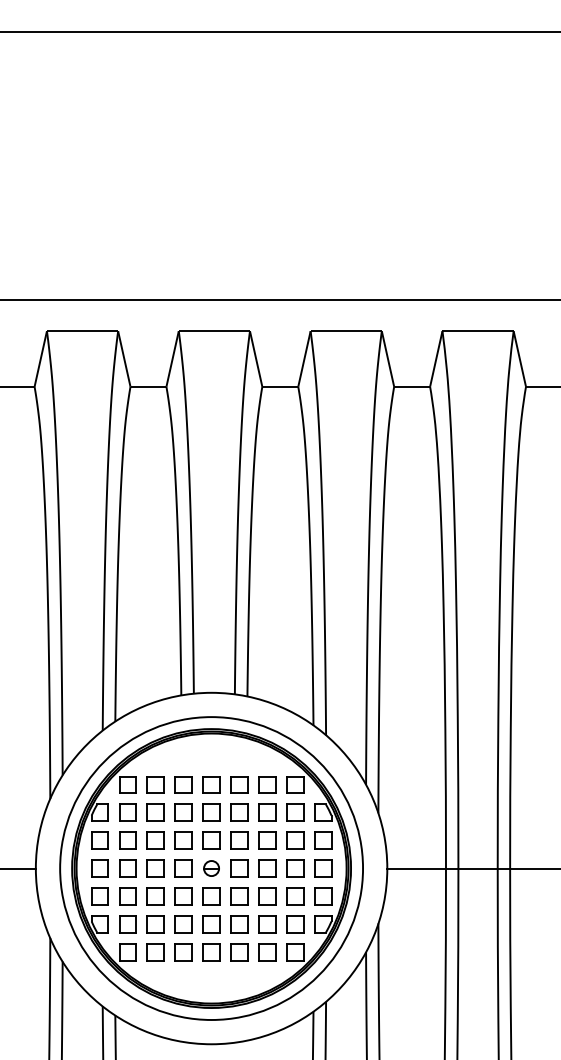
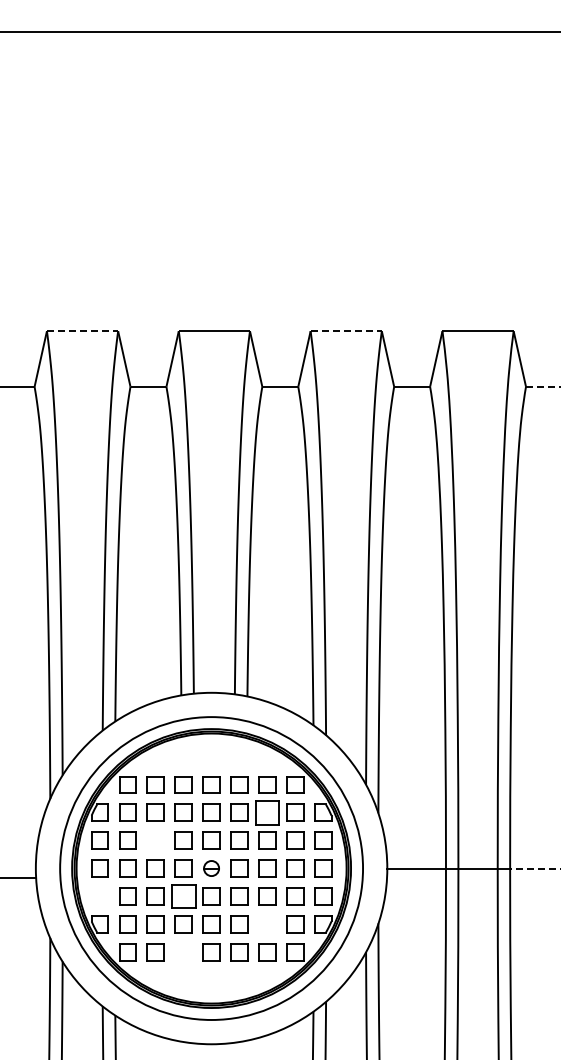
line at (279, 299): present -> none
line at (82, 331): solid -> dashed
line at (346, 331): solid -> dashed
line at (543, 386): solid -> dashed
part at (267, 812) size: 19x19 px -> 25x26 px
part at (155, 840): present -> none
line at (19, 868) position: (19, 868) -> (19, 877)
line at (535, 868): solid -> dashed
part at (99, 896): present -> none
part at (183, 896) size: 19x19 px -> 26x25 px
part at (267, 924): present -> none
part at (183, 952): present -> none
